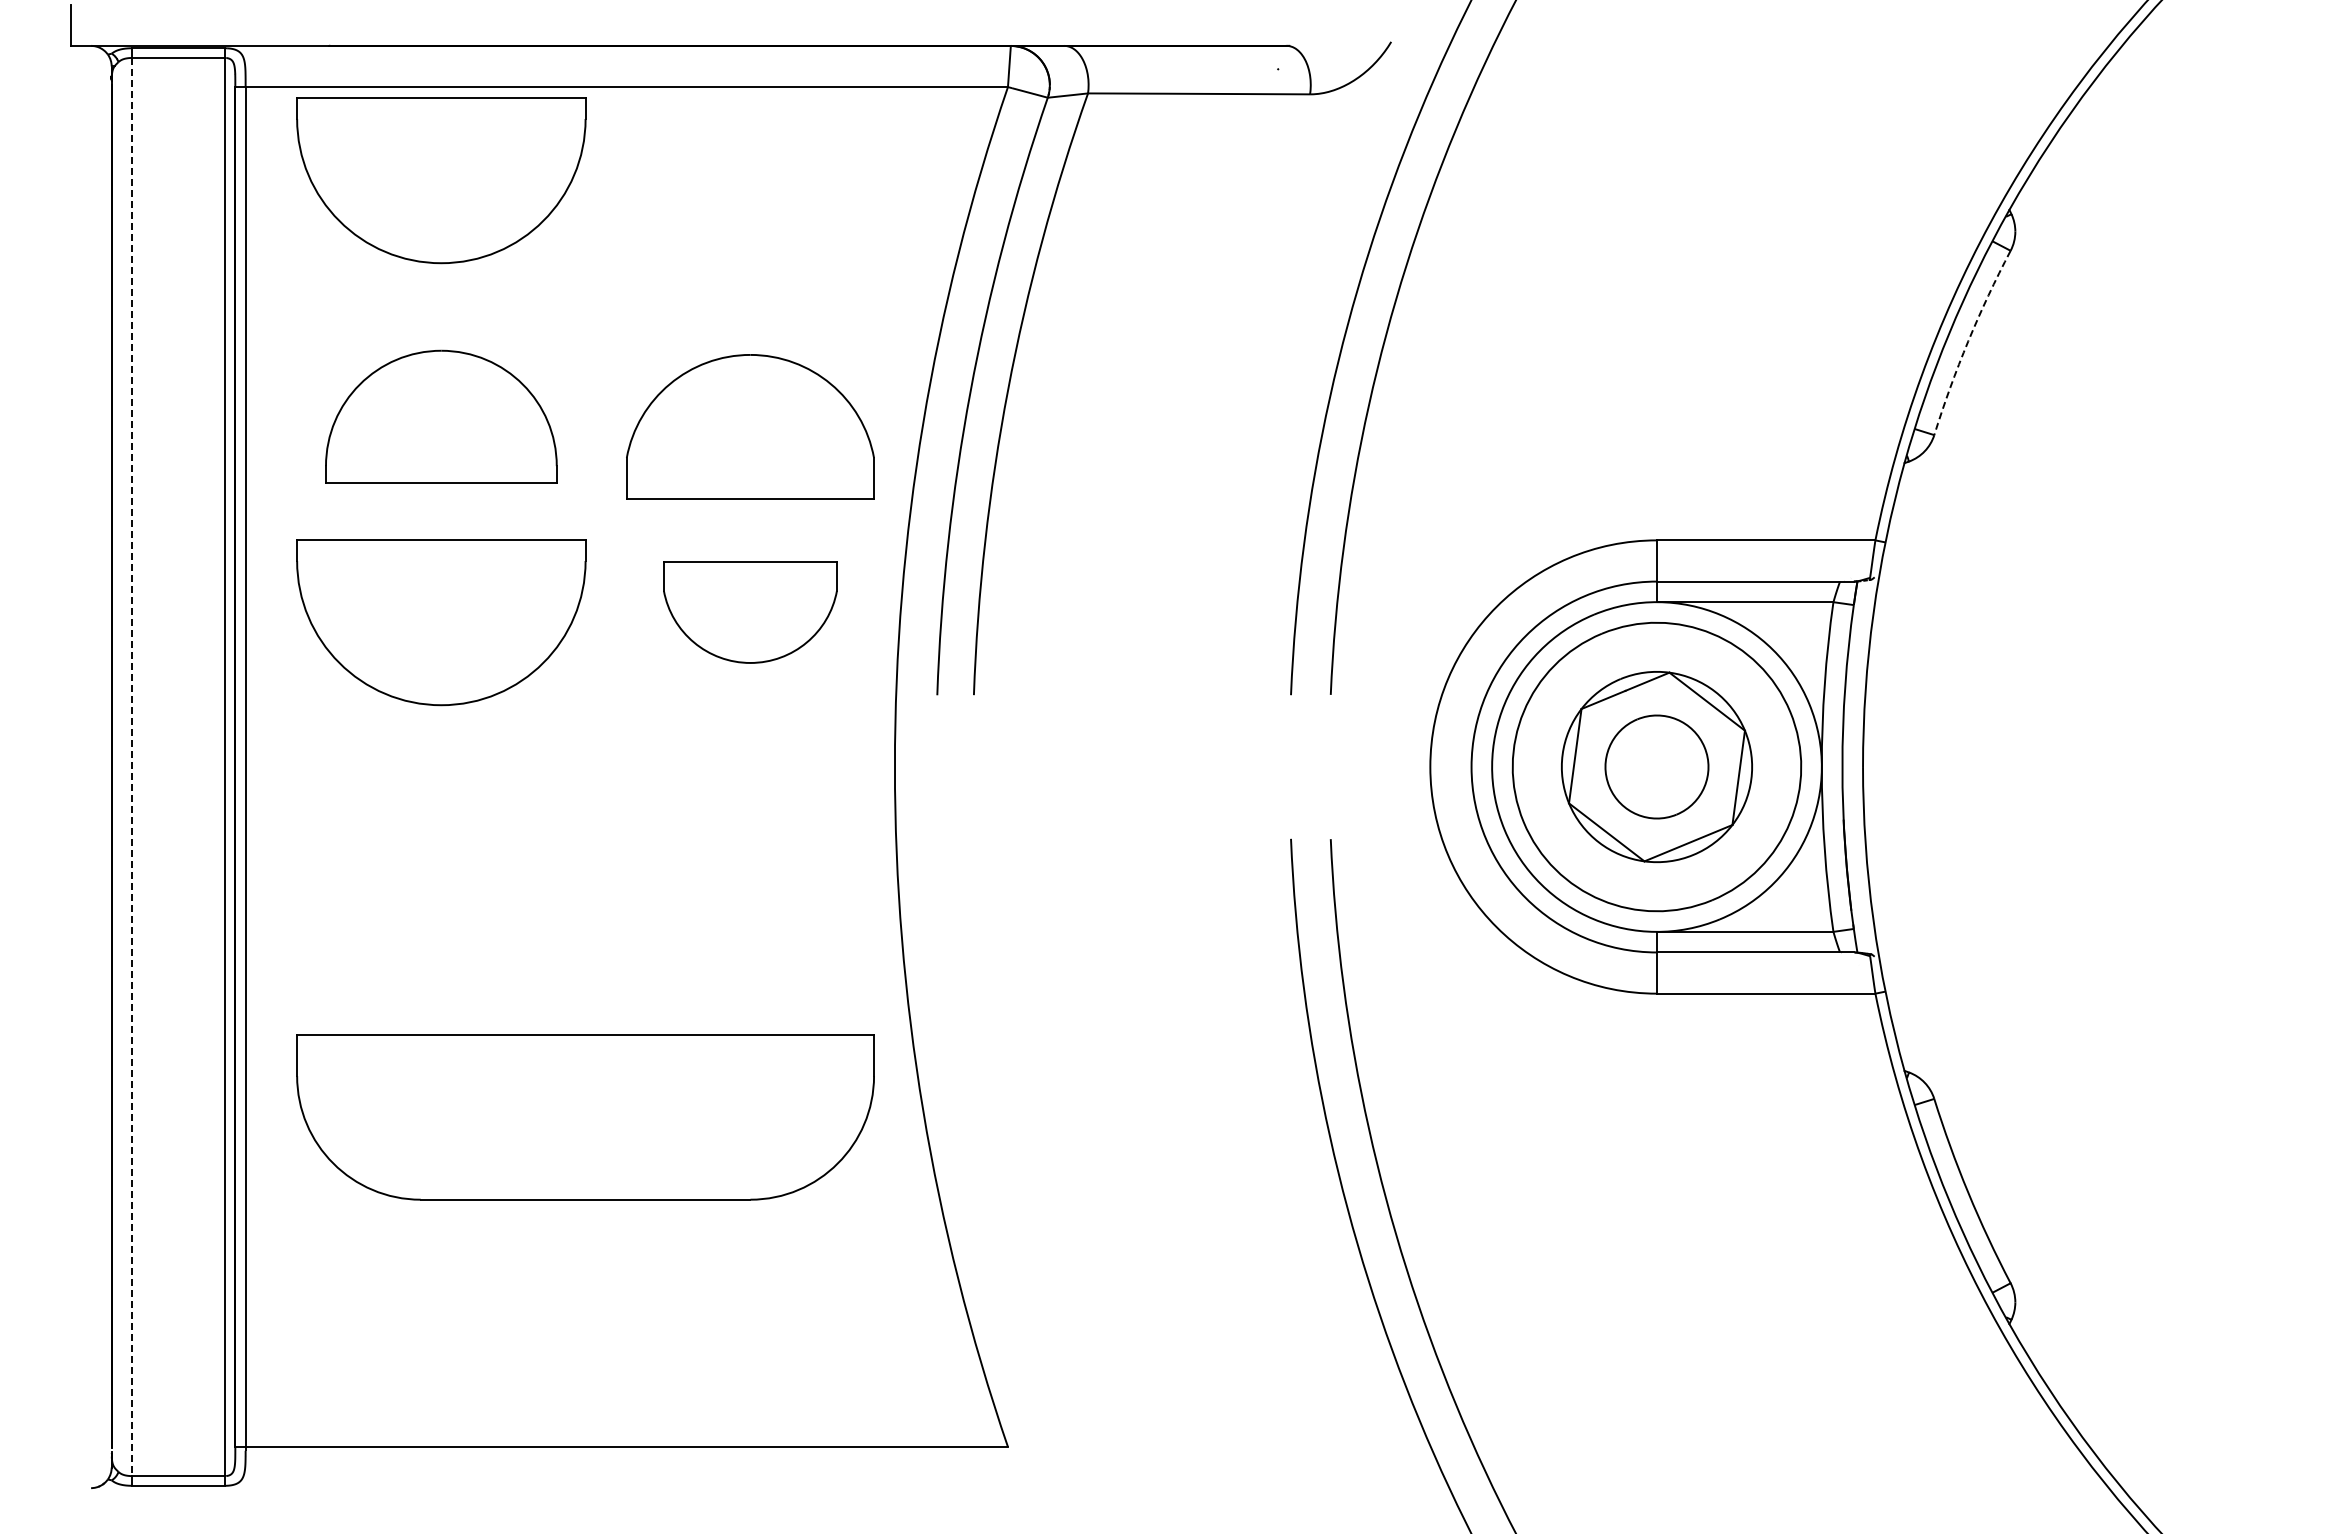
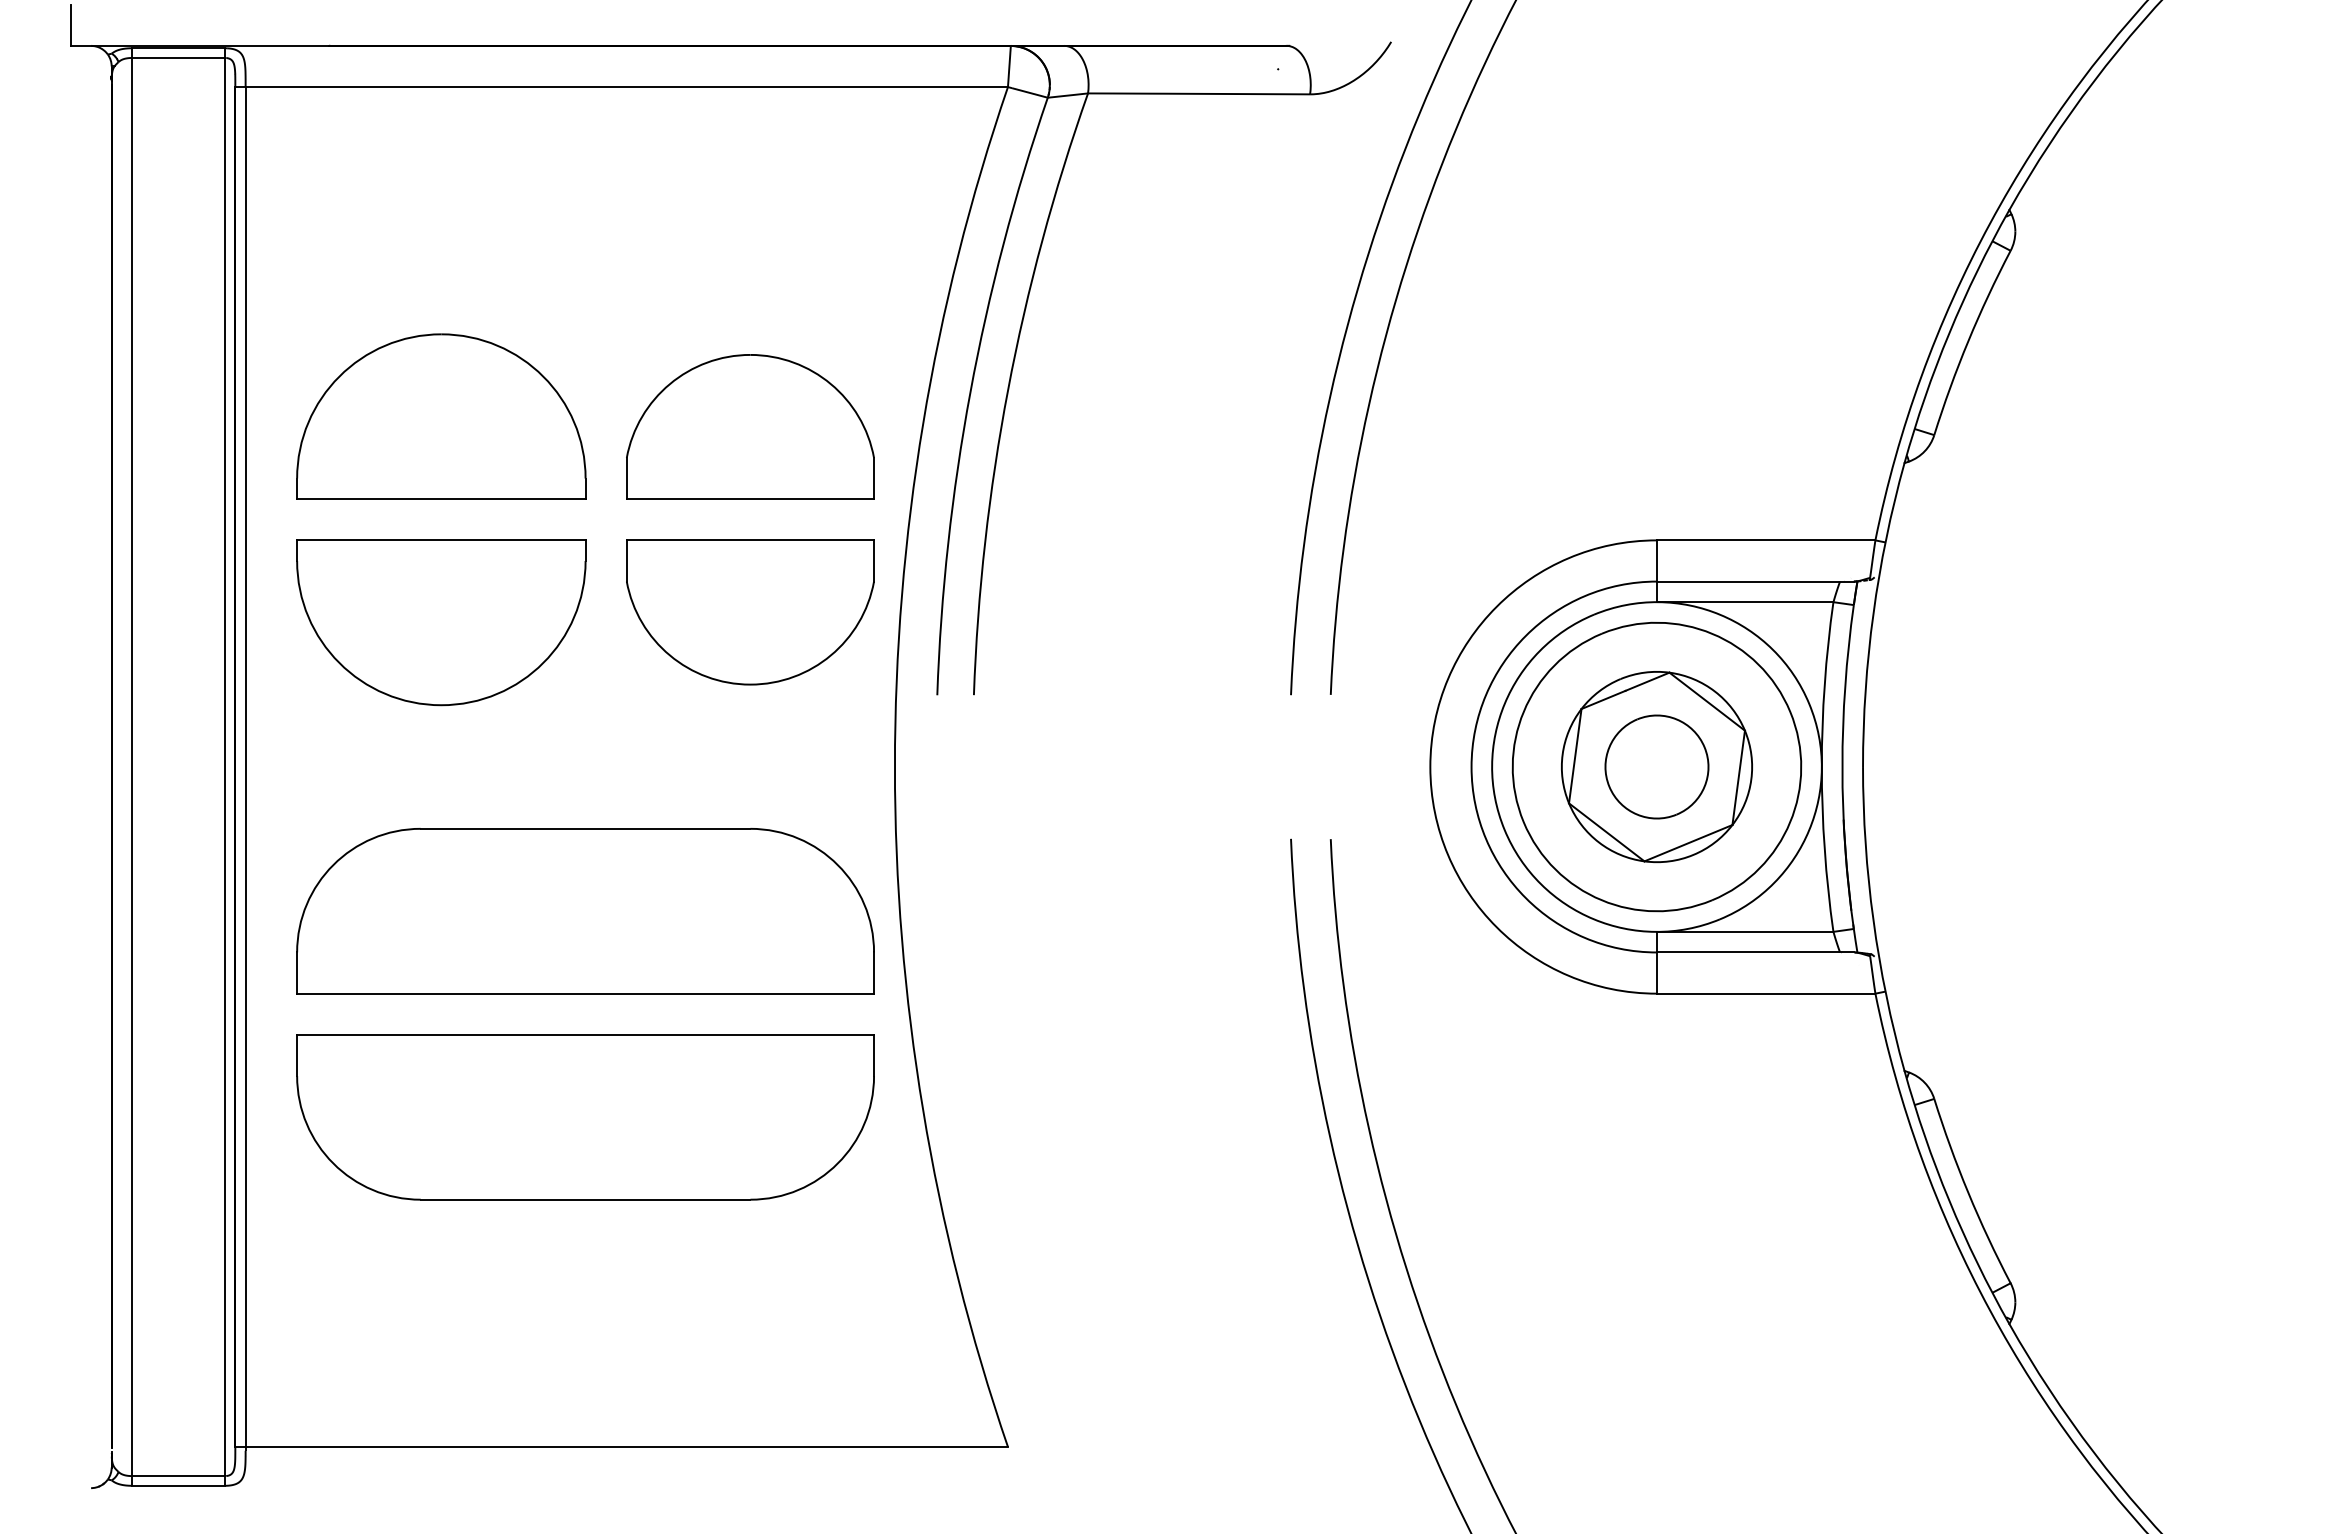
part at (441, 180): present -> none
arc at (1968, 341): dashed -> solid
part at (441, 416) size: 233x135 px -> 291x167 px
part at (750, 612) size: 175x103 px -> 249x147 px
line at (132, 767): dashed -> solid
part at (585, 911): none -> present
